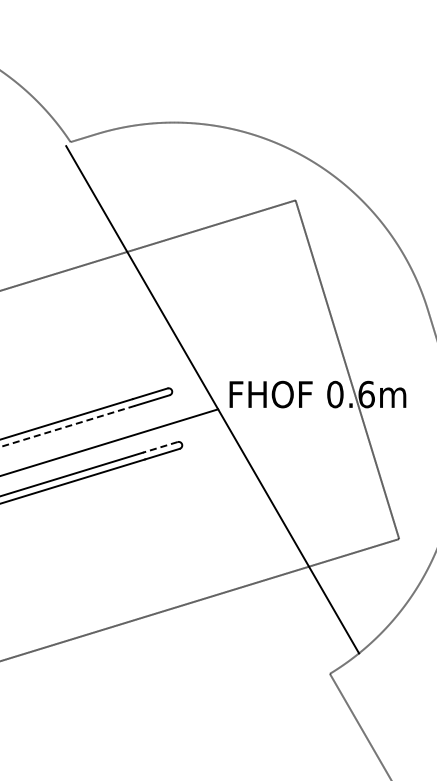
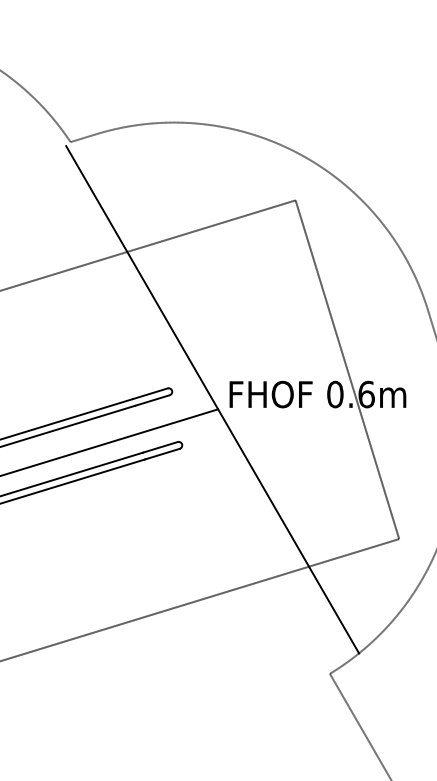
line at (68, 426): dashed -> solid
line at (159, 447): dashed -> solid
